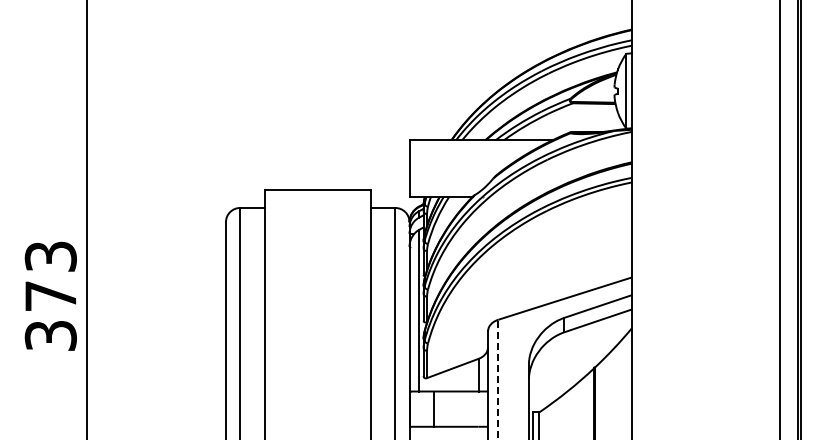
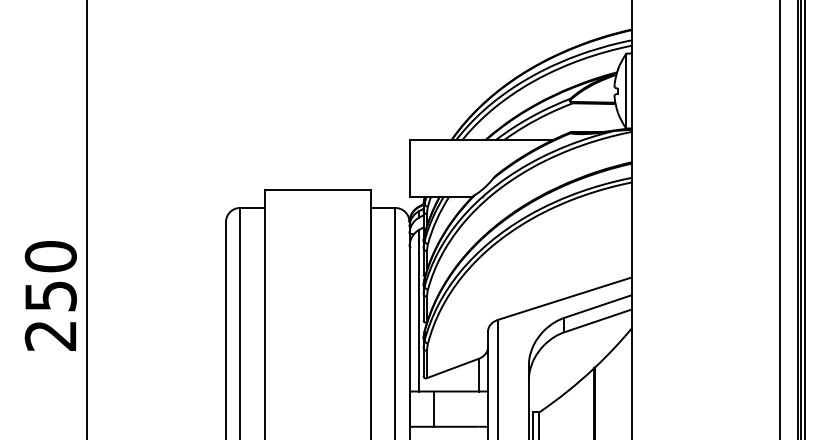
line at (804, 219): none -> present
text at (50, 295): 373 -> 250
line at (498, 379): dashed -> solid
